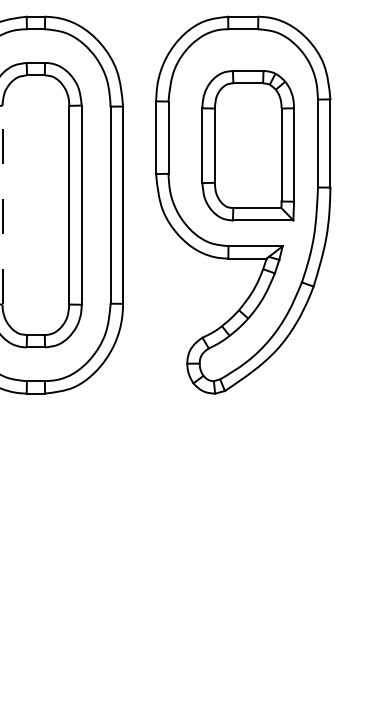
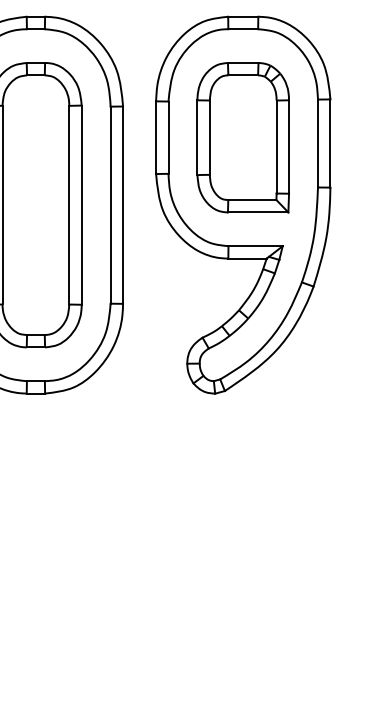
part at (247, 145) position: (247, 145) -> (242, 137)
line at (2, 204): dashed -> solid
